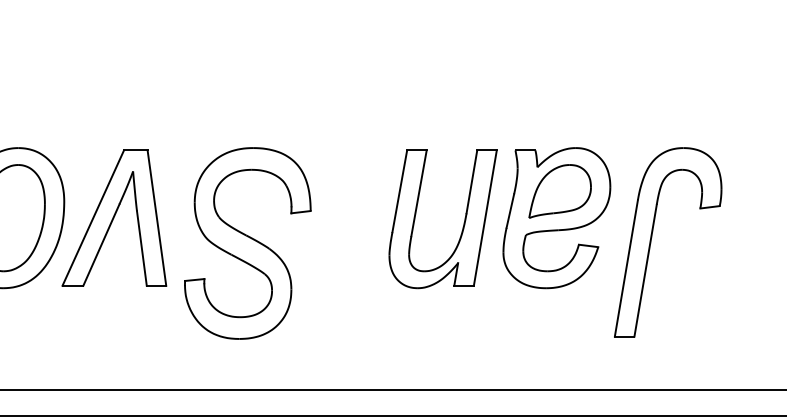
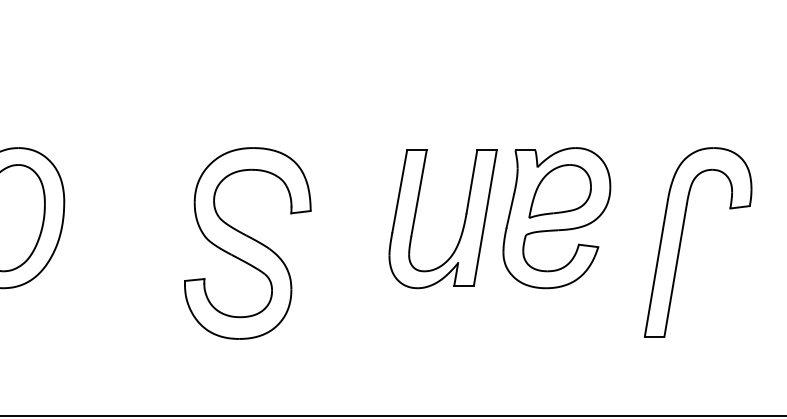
part at (114, 217): present -> none
part at (652, 237) position: (652, 237) -> (682, 237)
line at (392, 389): present -> none
